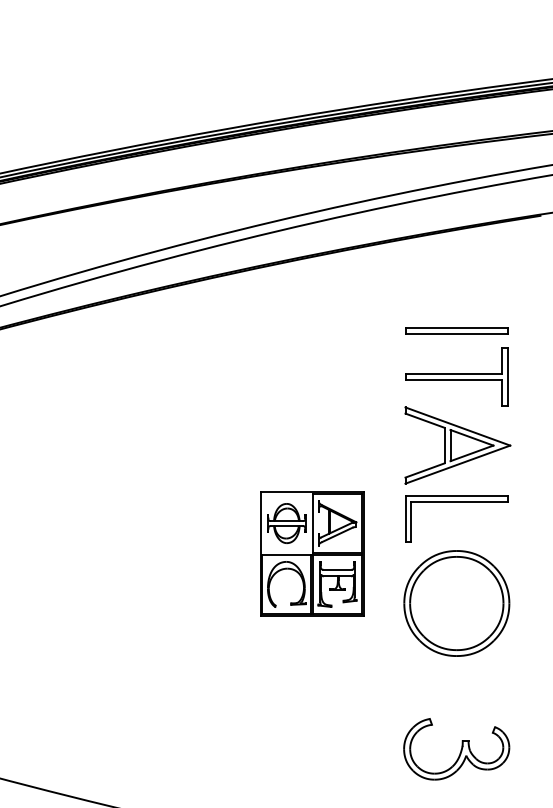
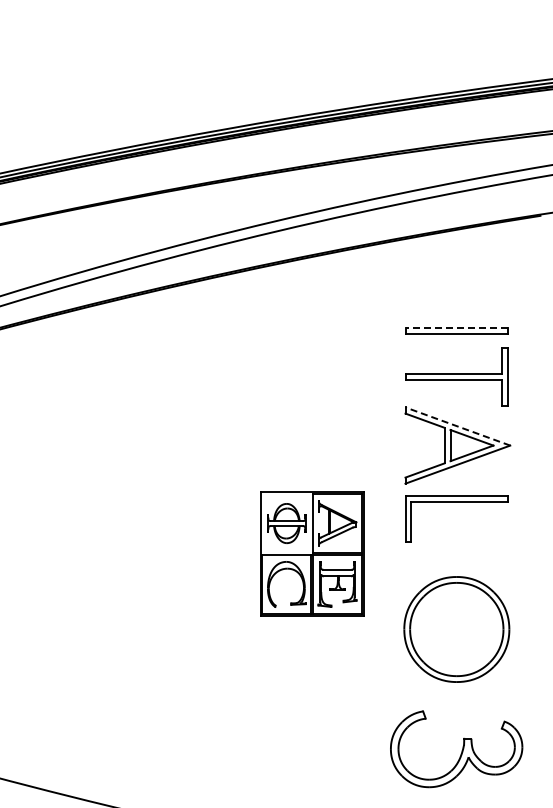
line at (456, 328): solid -> dashed
line at (457, 426): solid -> dashed
part at (456, 603) position: (456, 603) -> (456, 629)
part at (456, 749) size: 108x63 px -> 134x79 px
